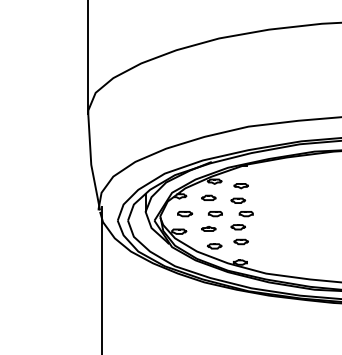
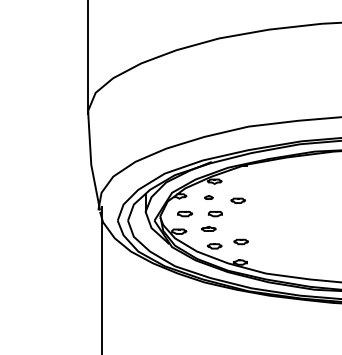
part at (240, 186): present -> none
part at (208, 197) size: 16x7 px -> 10x5 px
part at (241, 220): present -> none
